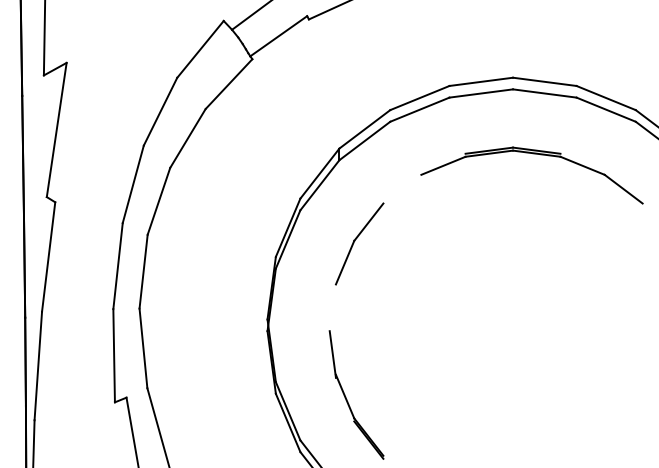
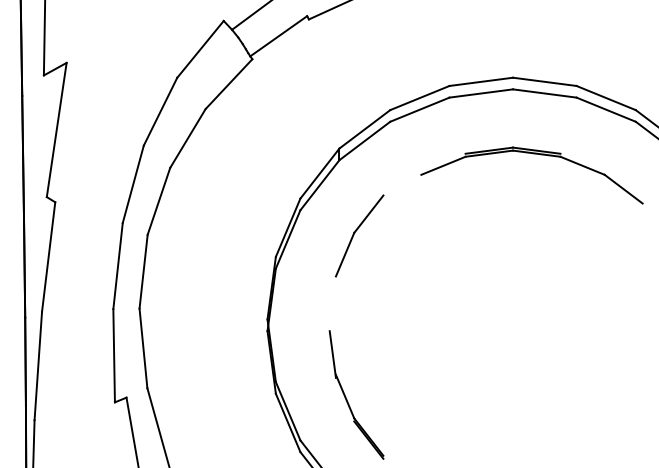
part at (359, 243) position: (359, 243) -> (359, 235)
